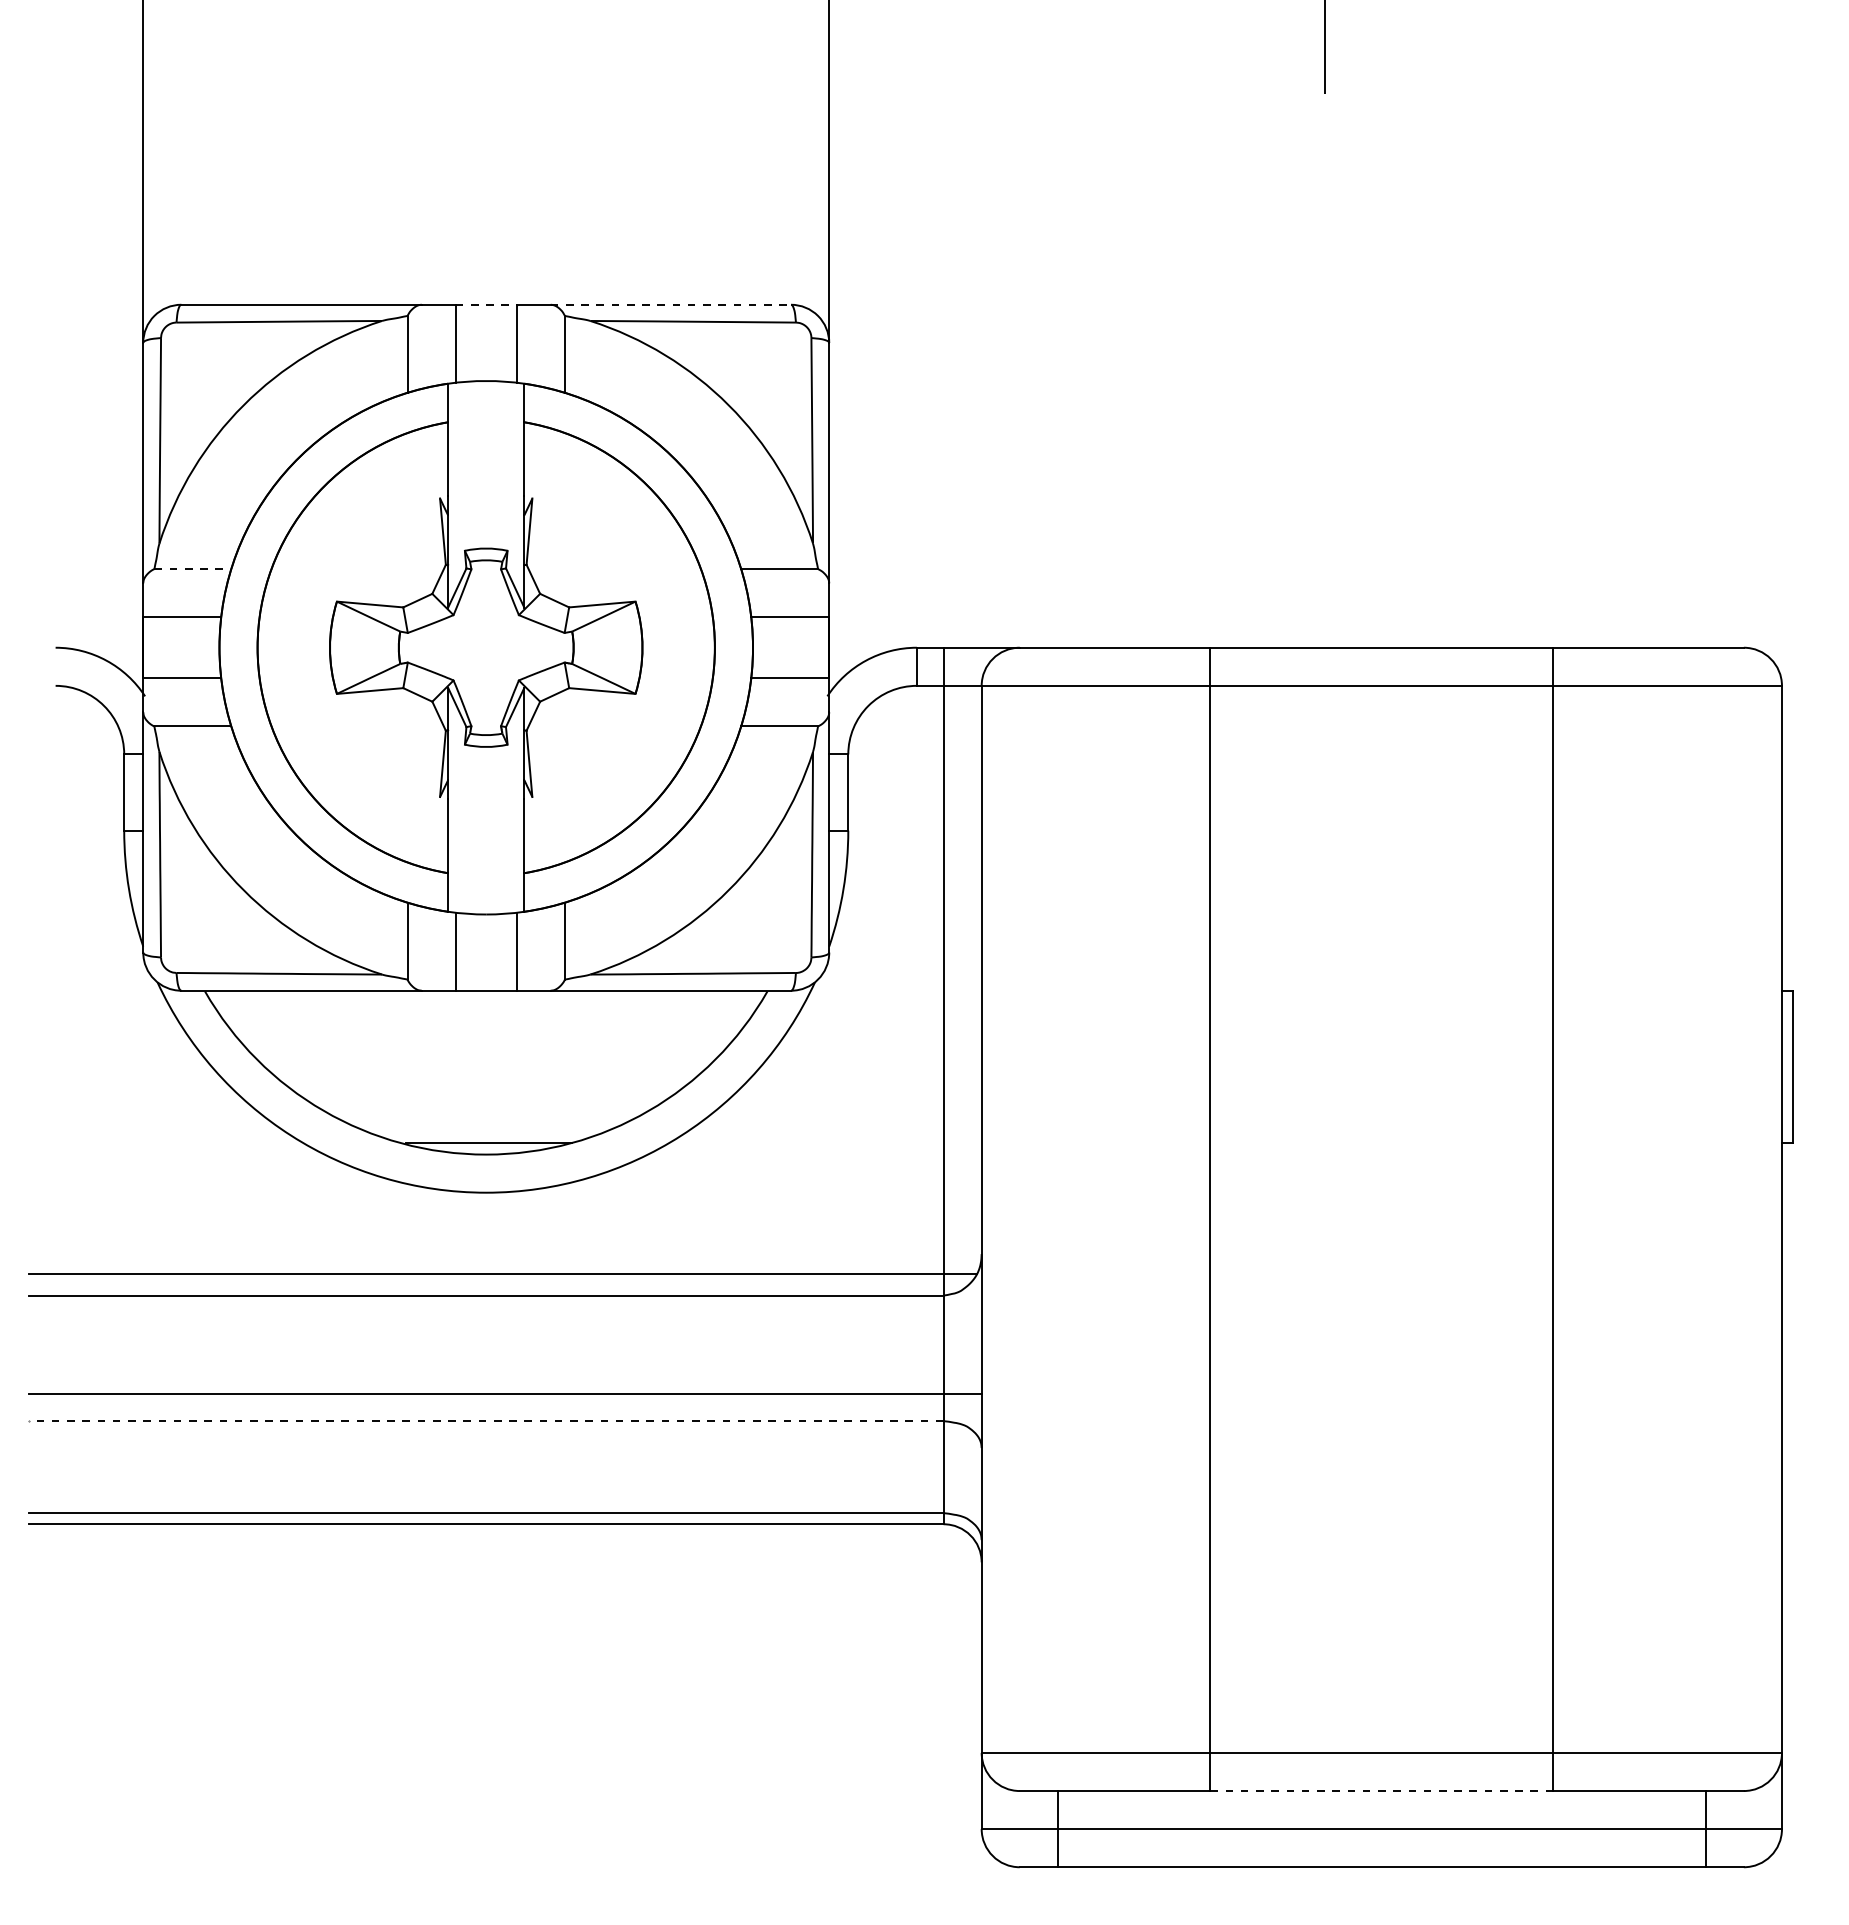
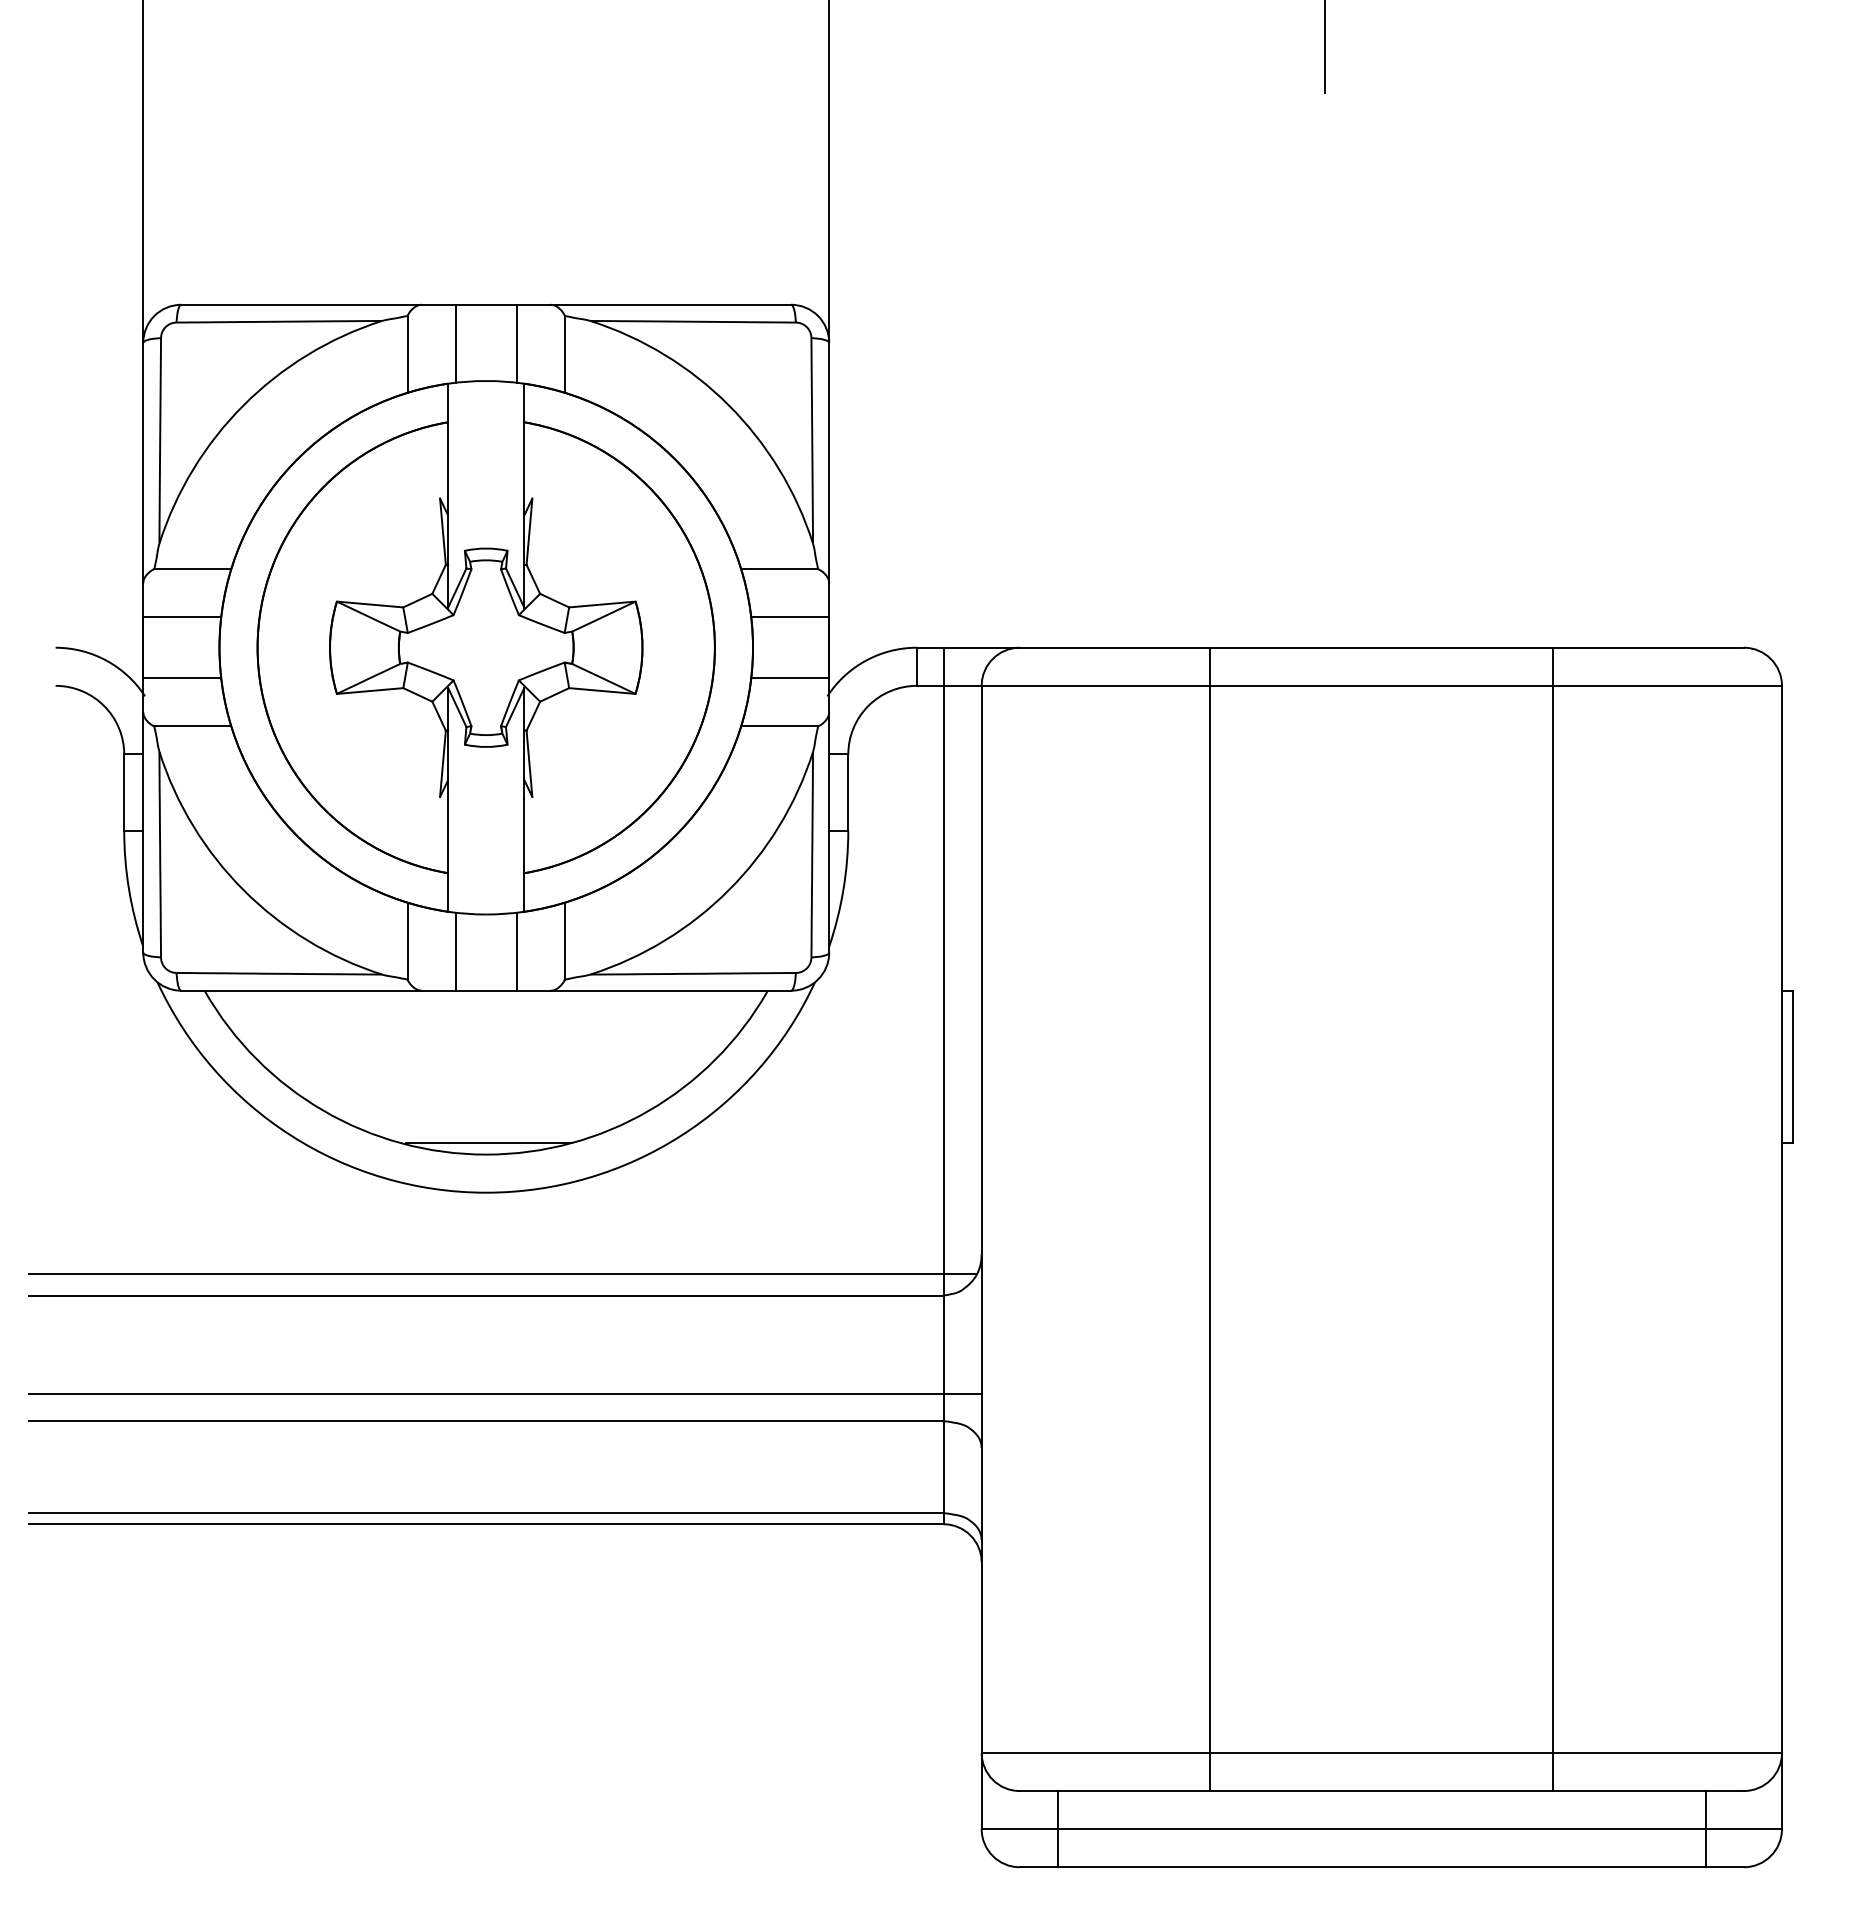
line at (486, 304): dashed -> solid
line at (671, 304): dashed -> solid
line at (193, 569): dashed -> solid
line at (485, 1421): dashed -> solid
line at (1382, 1791): dashed -> solid
